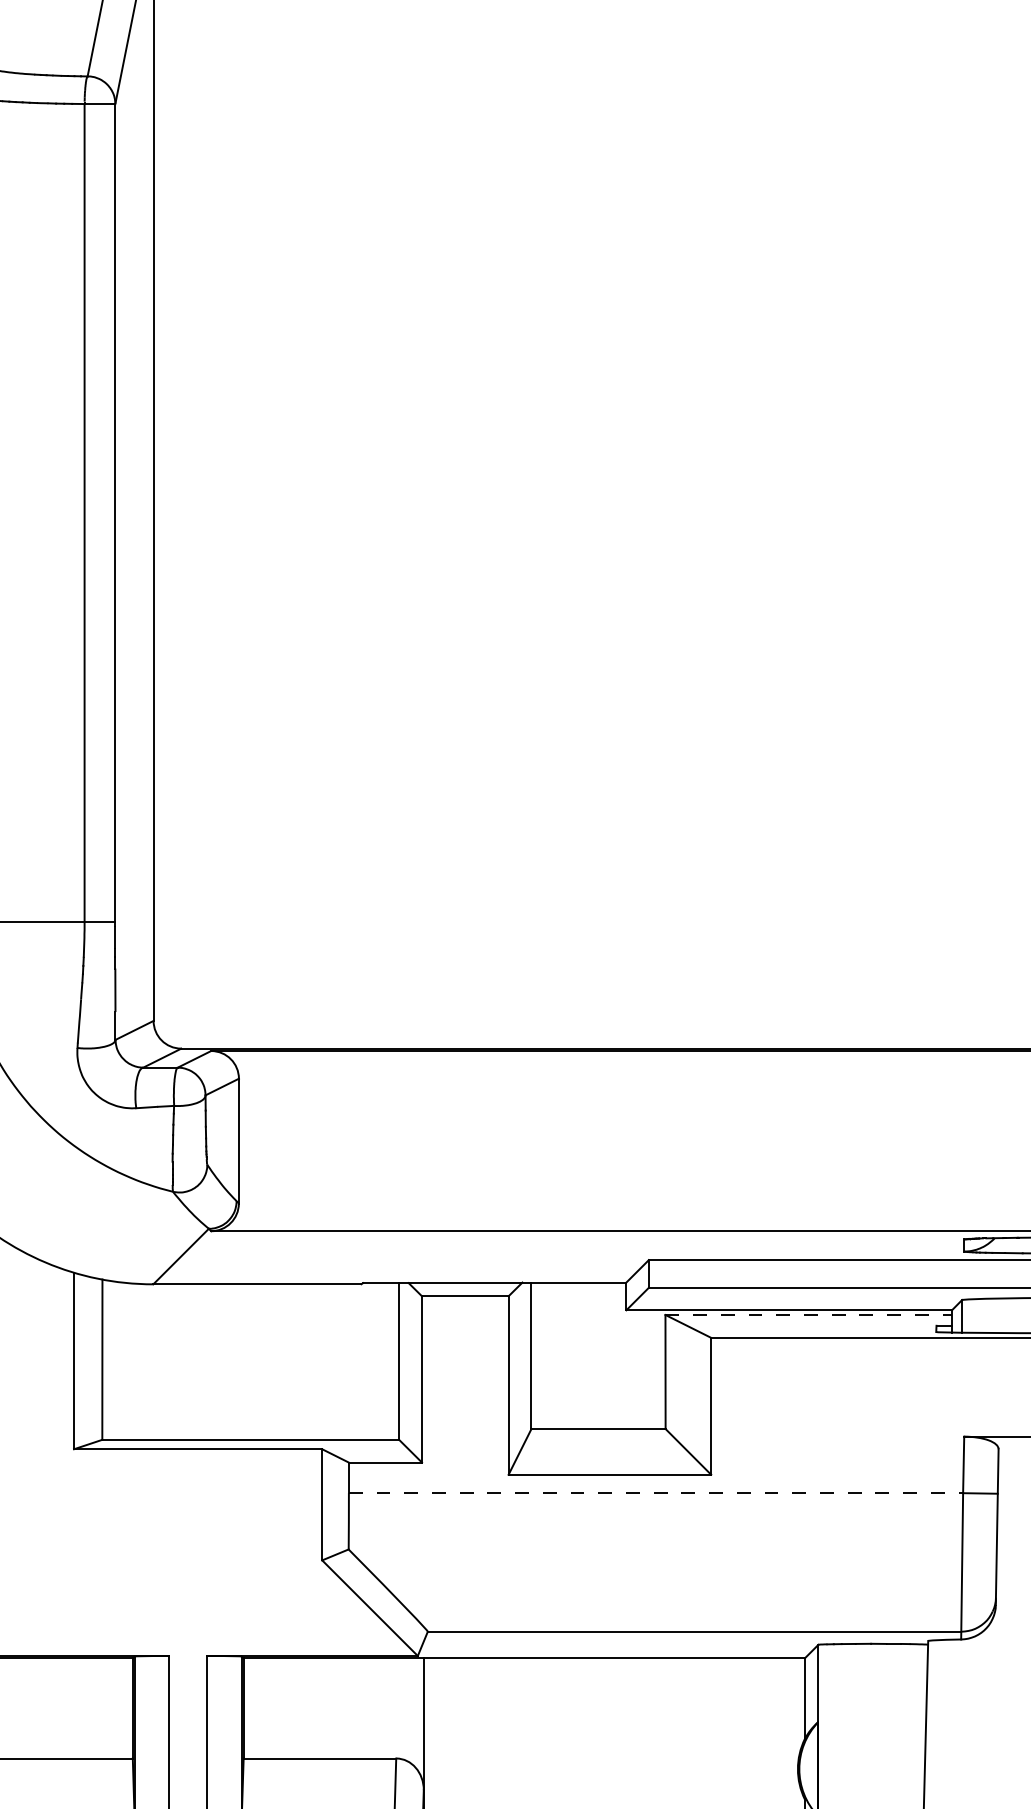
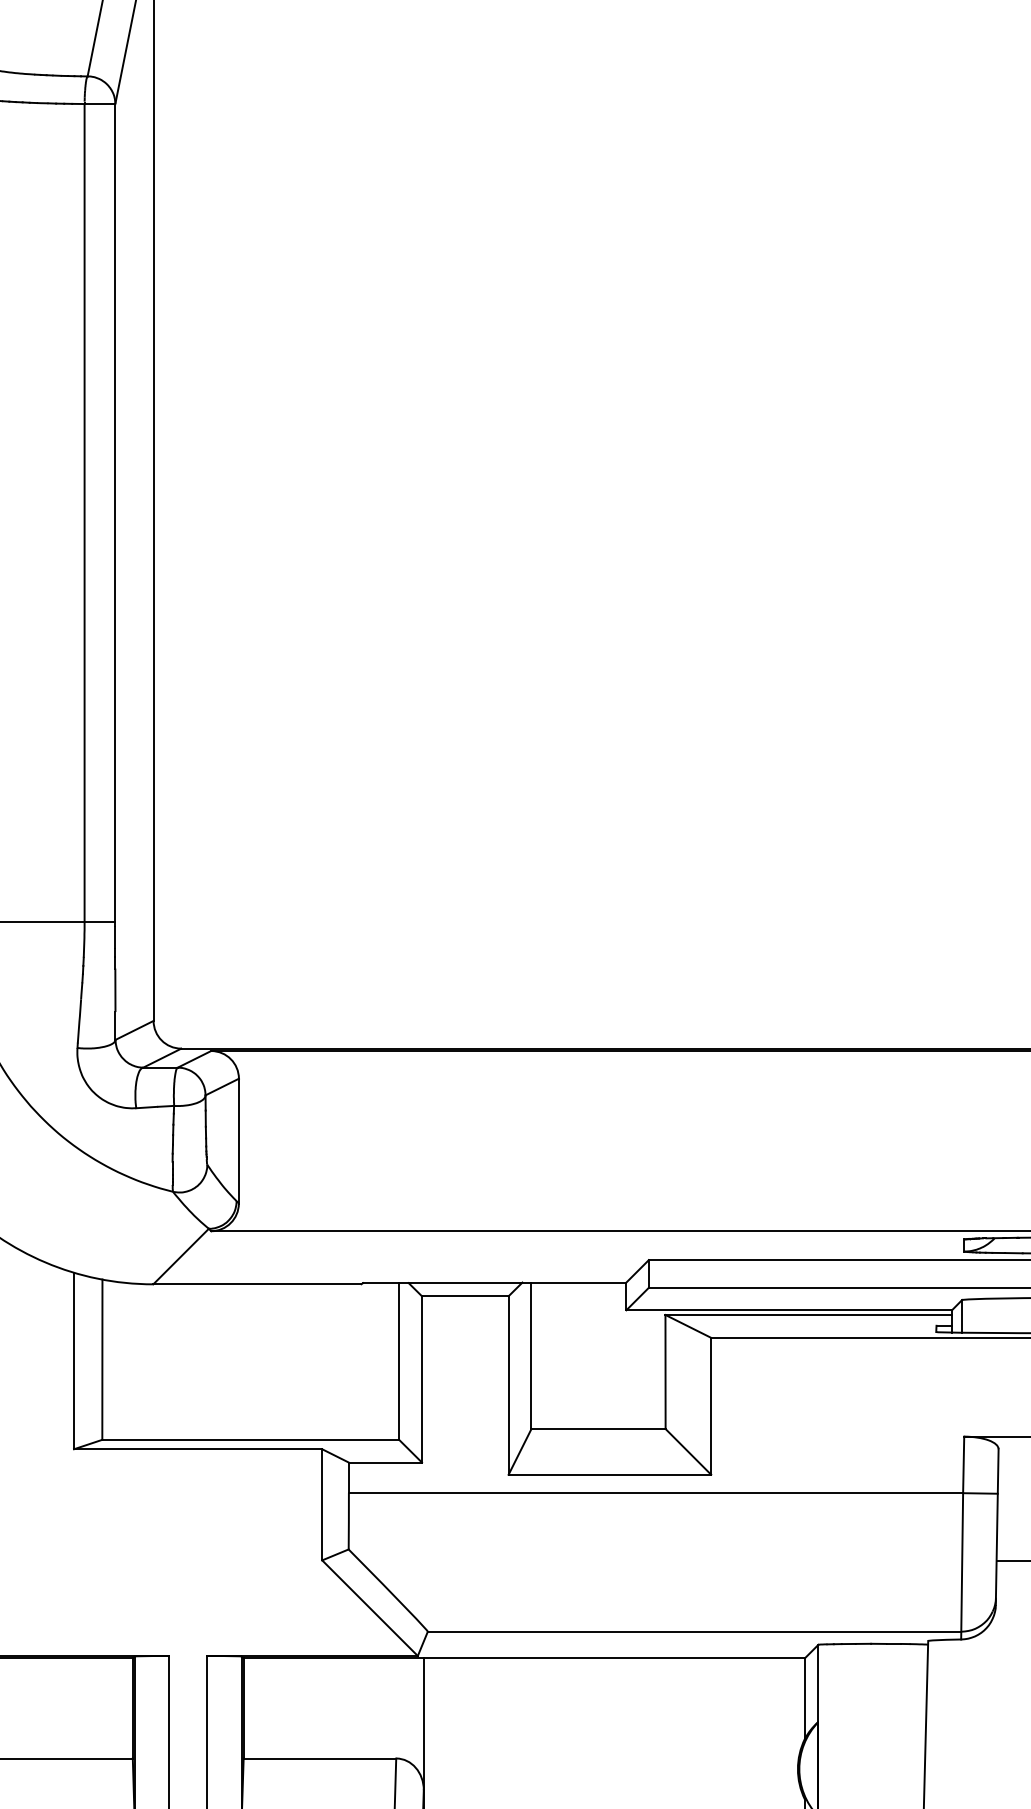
line at (809, 1314): dashed -> solid
line at (656, 1493): dashed -> solid
line at (1011, 1561): none -> present
